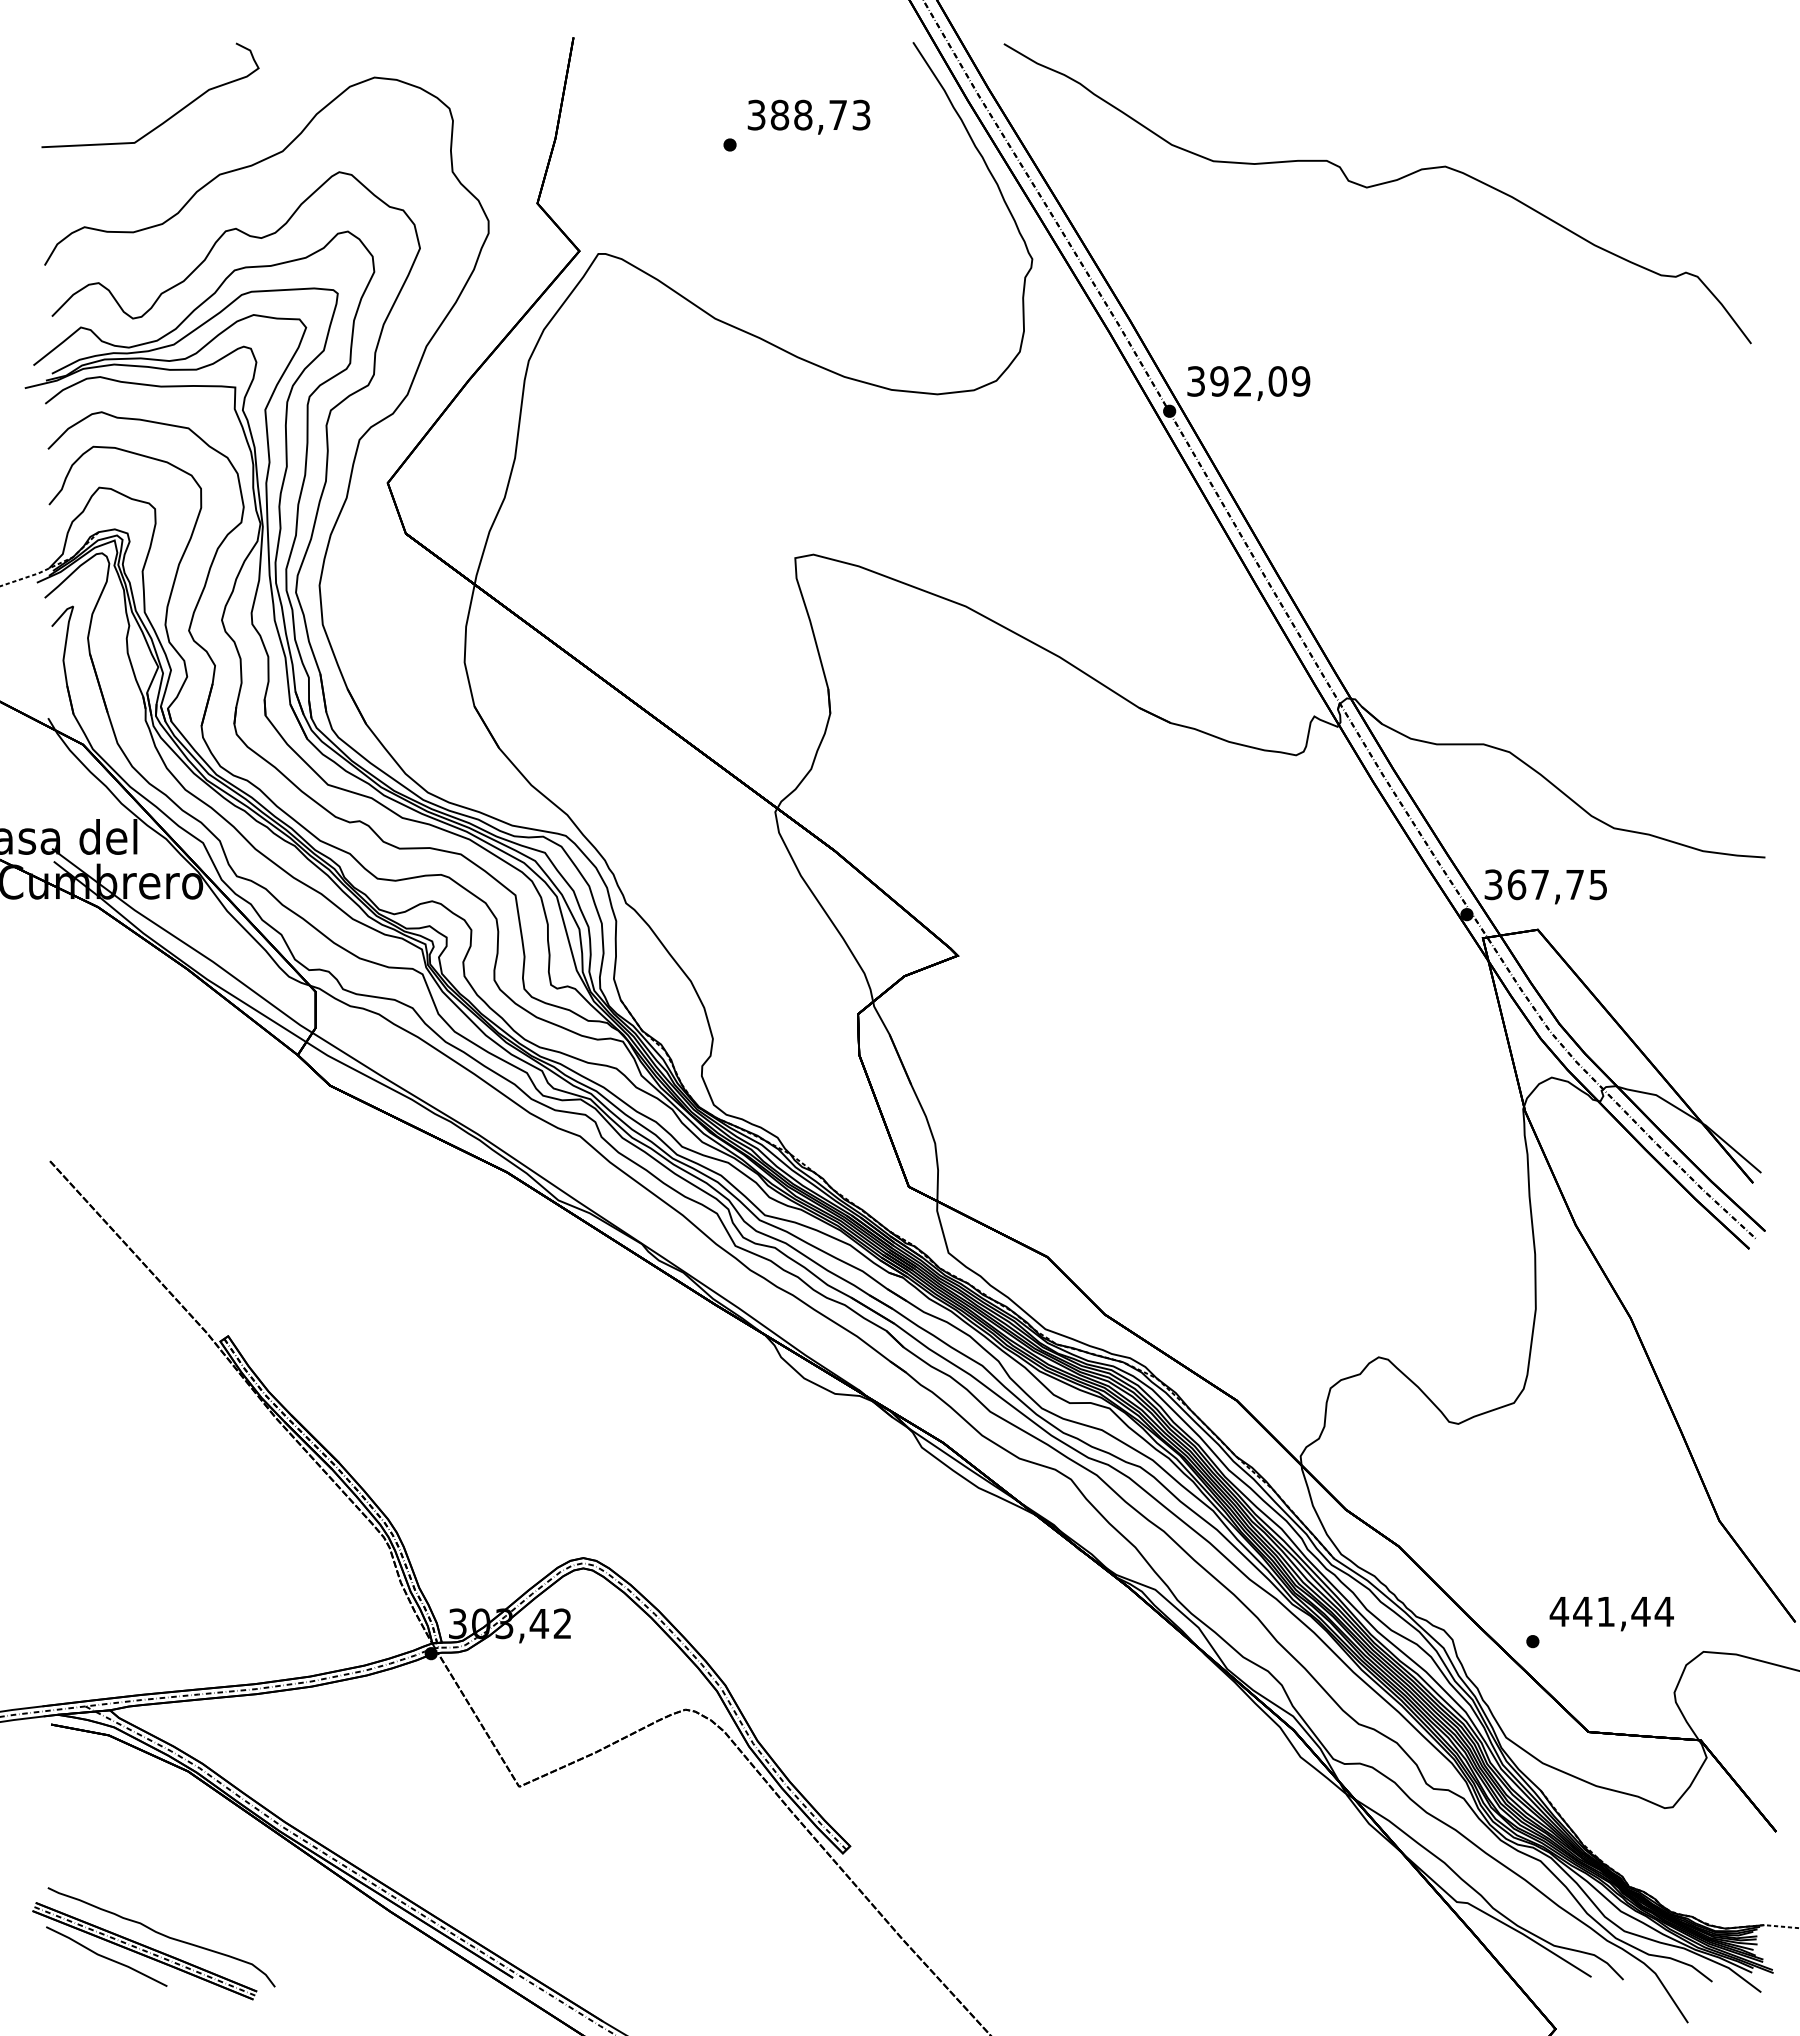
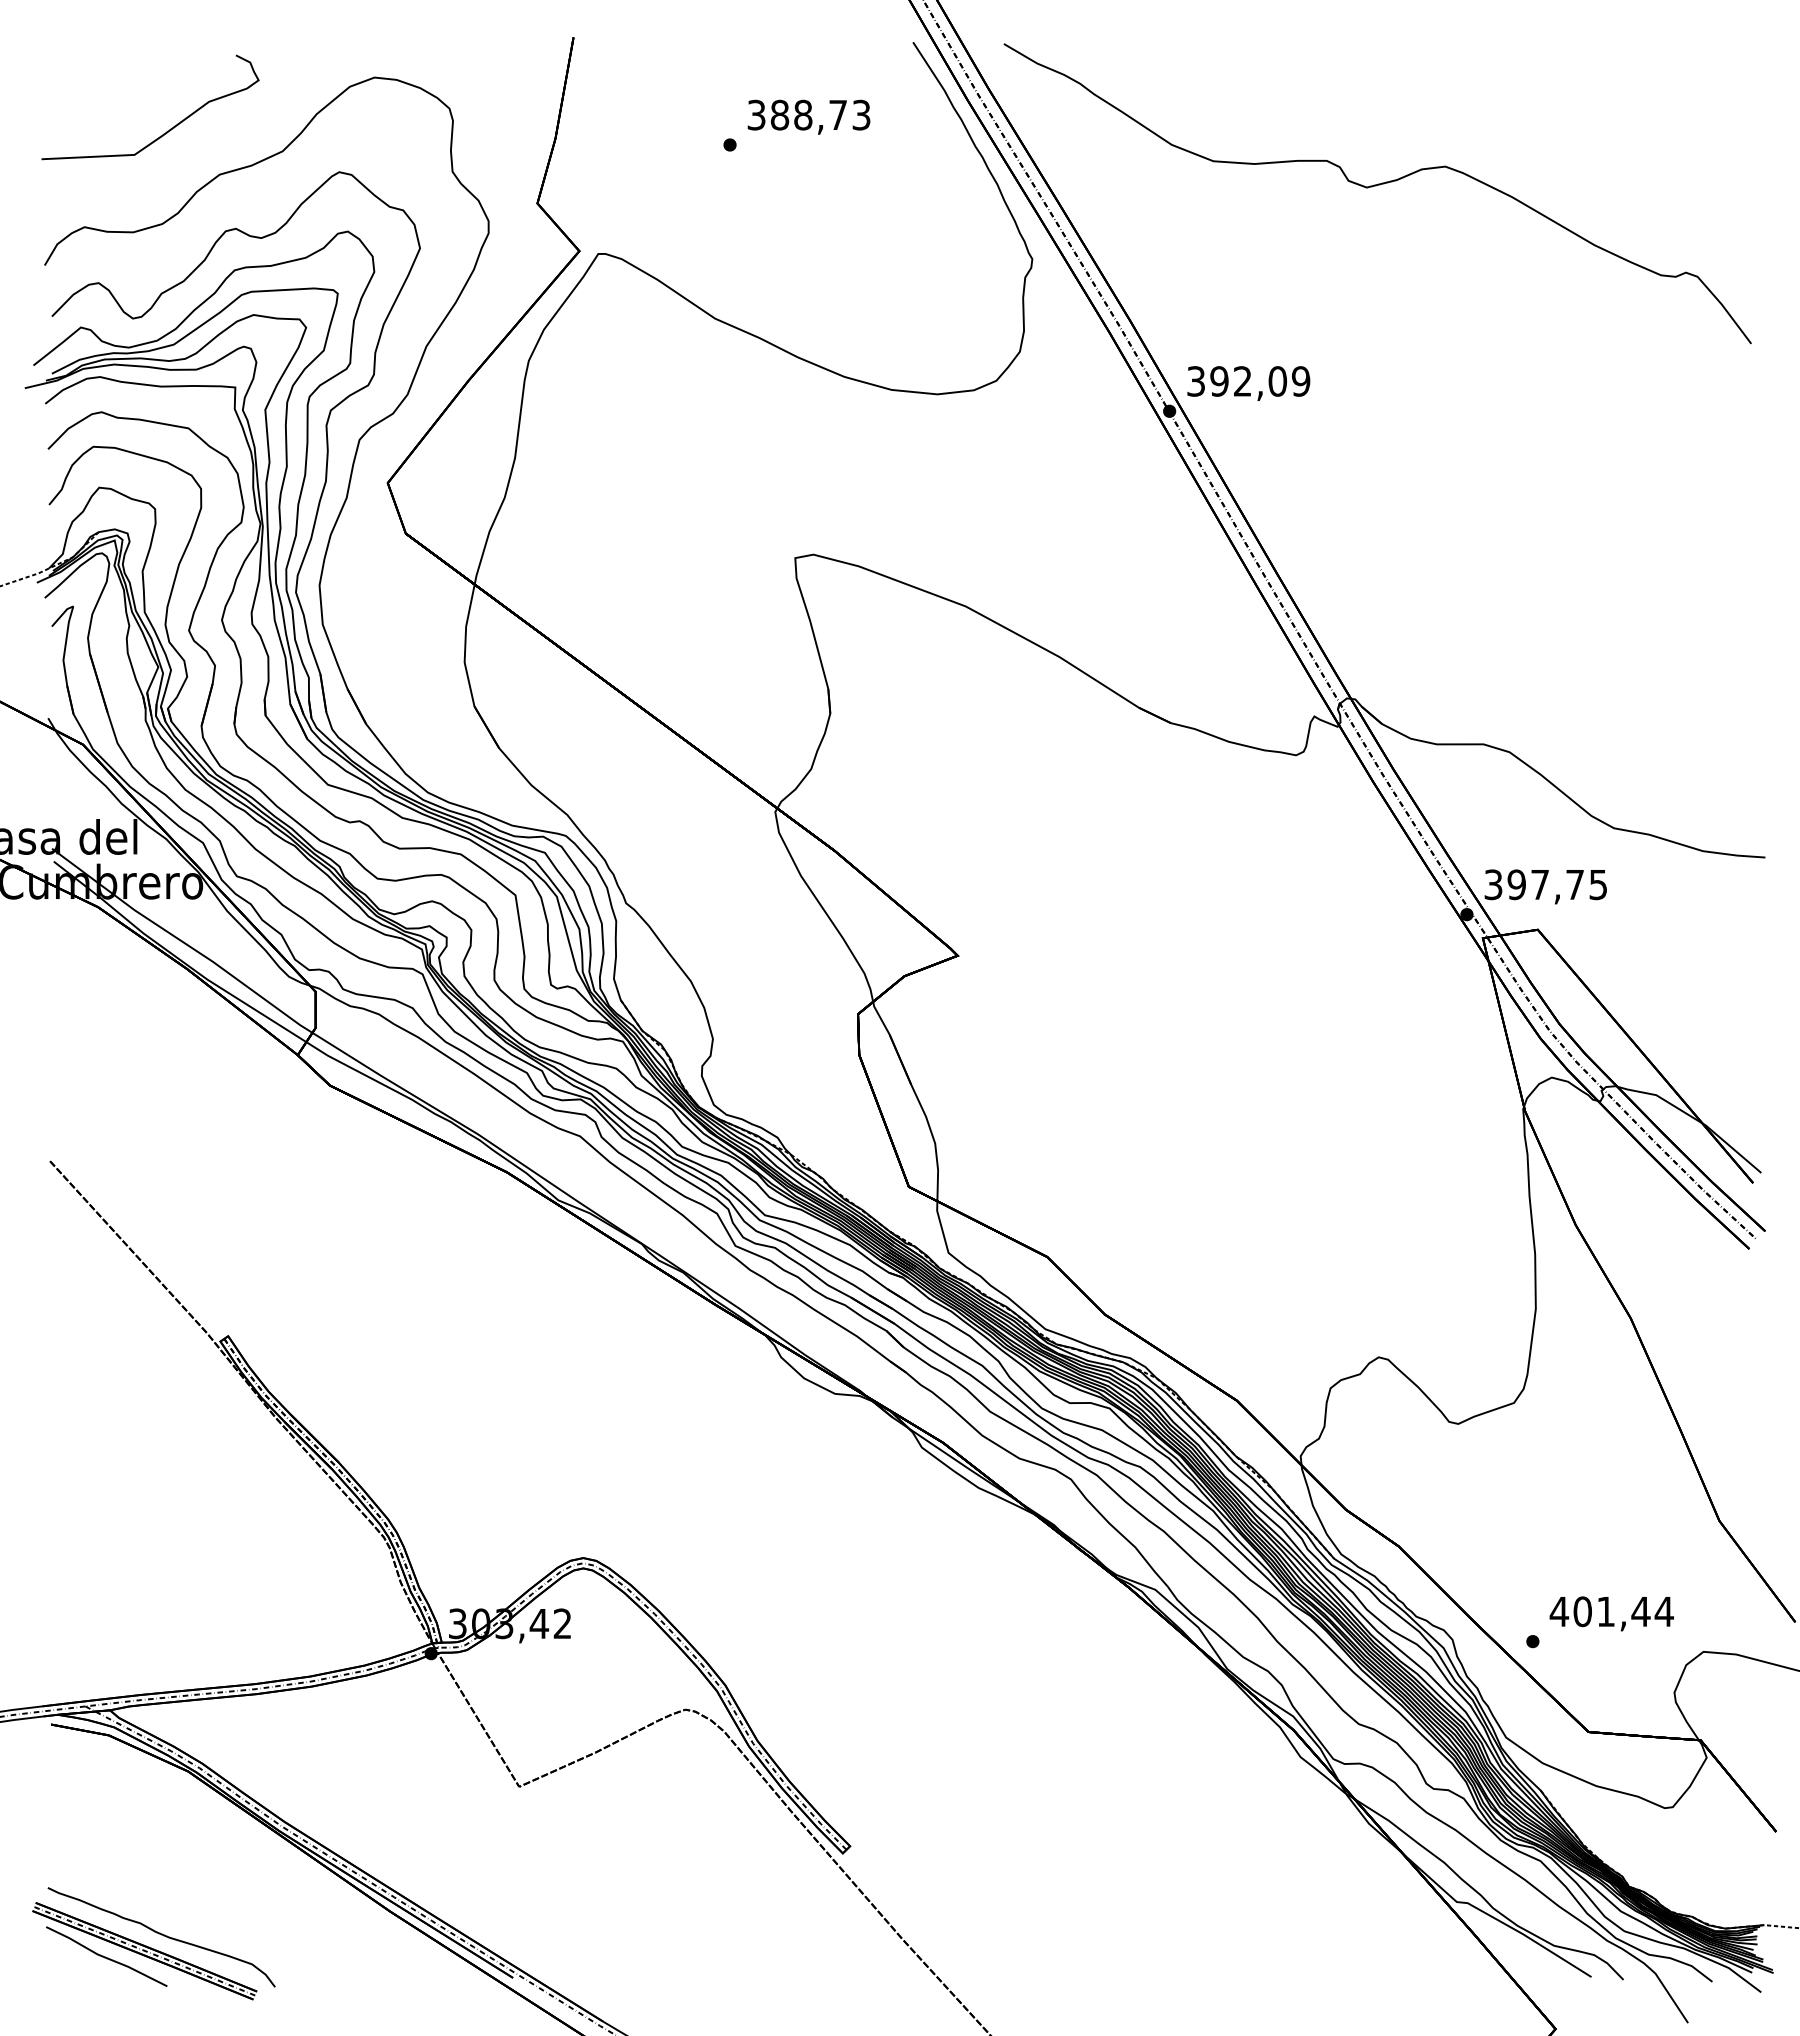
curve at (167, 118) position: (167, 118) -> (167, 130)
text at (1516, 884): 367,75 -> 397,75
text at (1582, 1611): 441,44 -> 401,44
